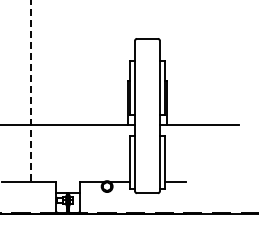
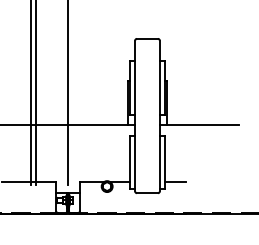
line at (30, 93): dashed -> solid
line at (35, 93): none -> present
line at (68, 93): none -> present
